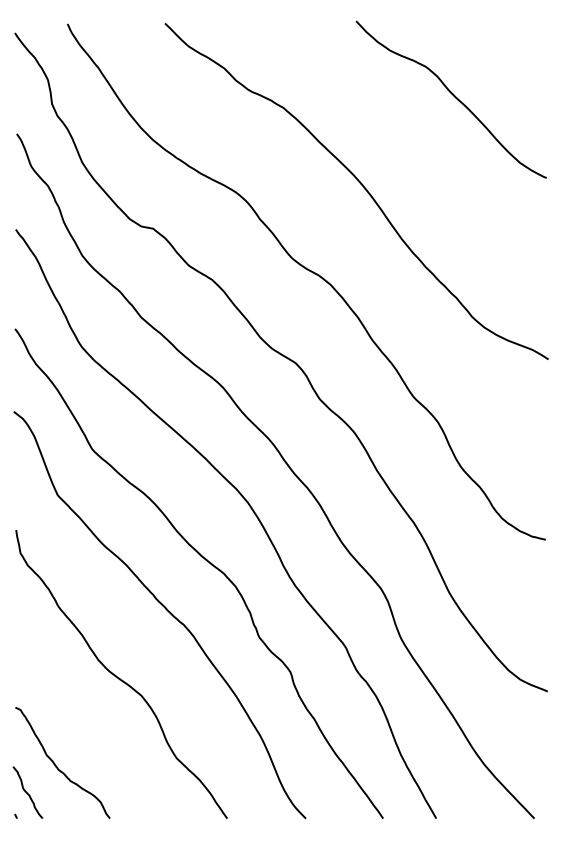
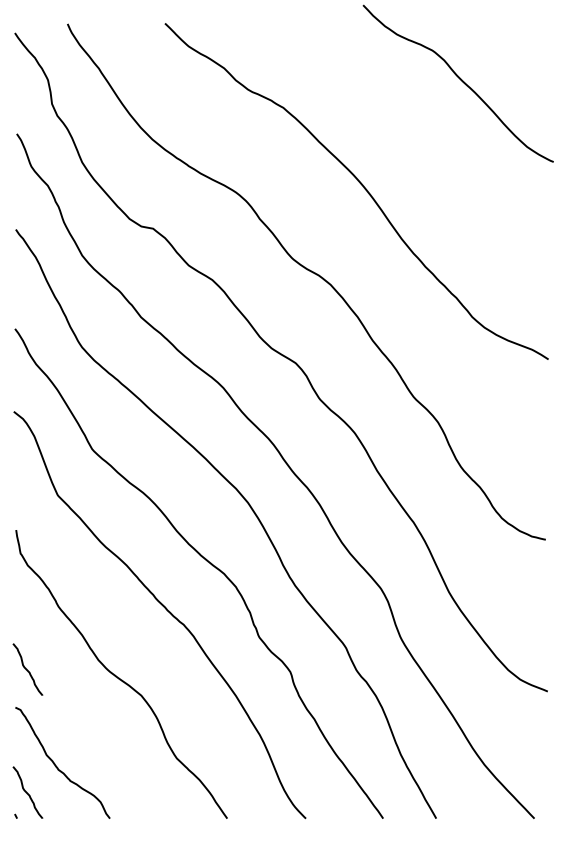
curve at (453, 96) position: (453, 96) -> (460, 80)
curve at (27, 669): none -> present
